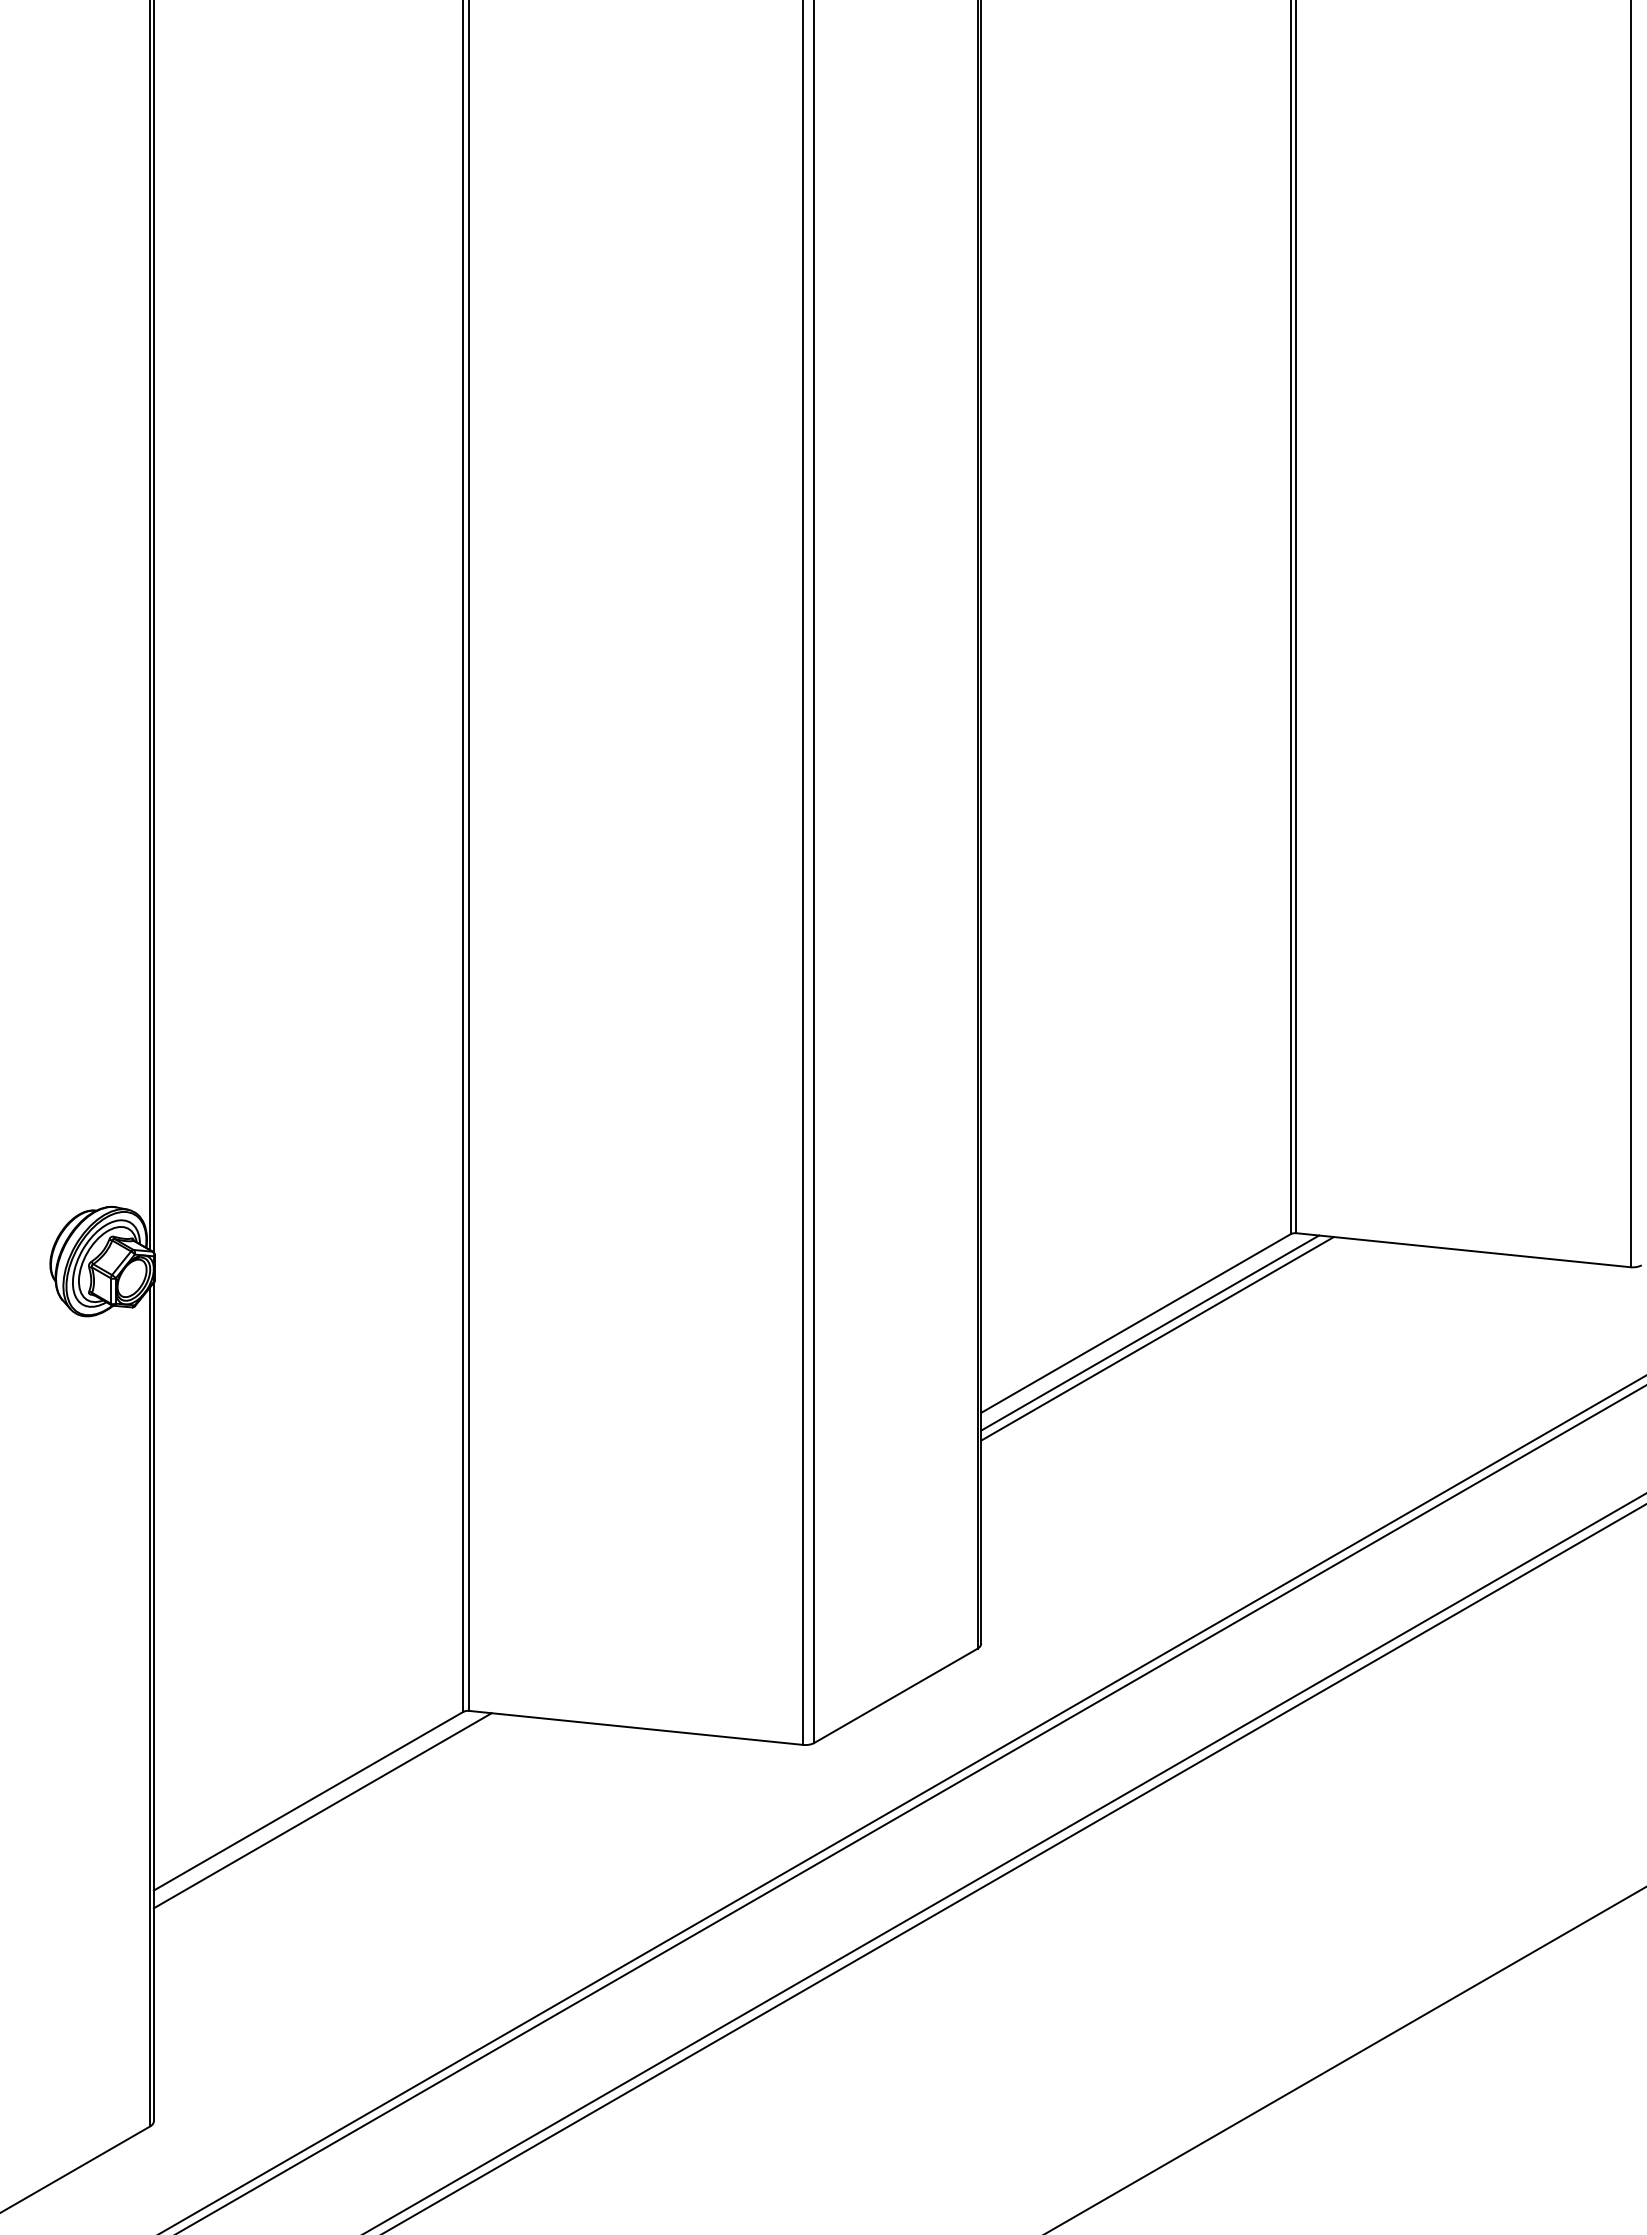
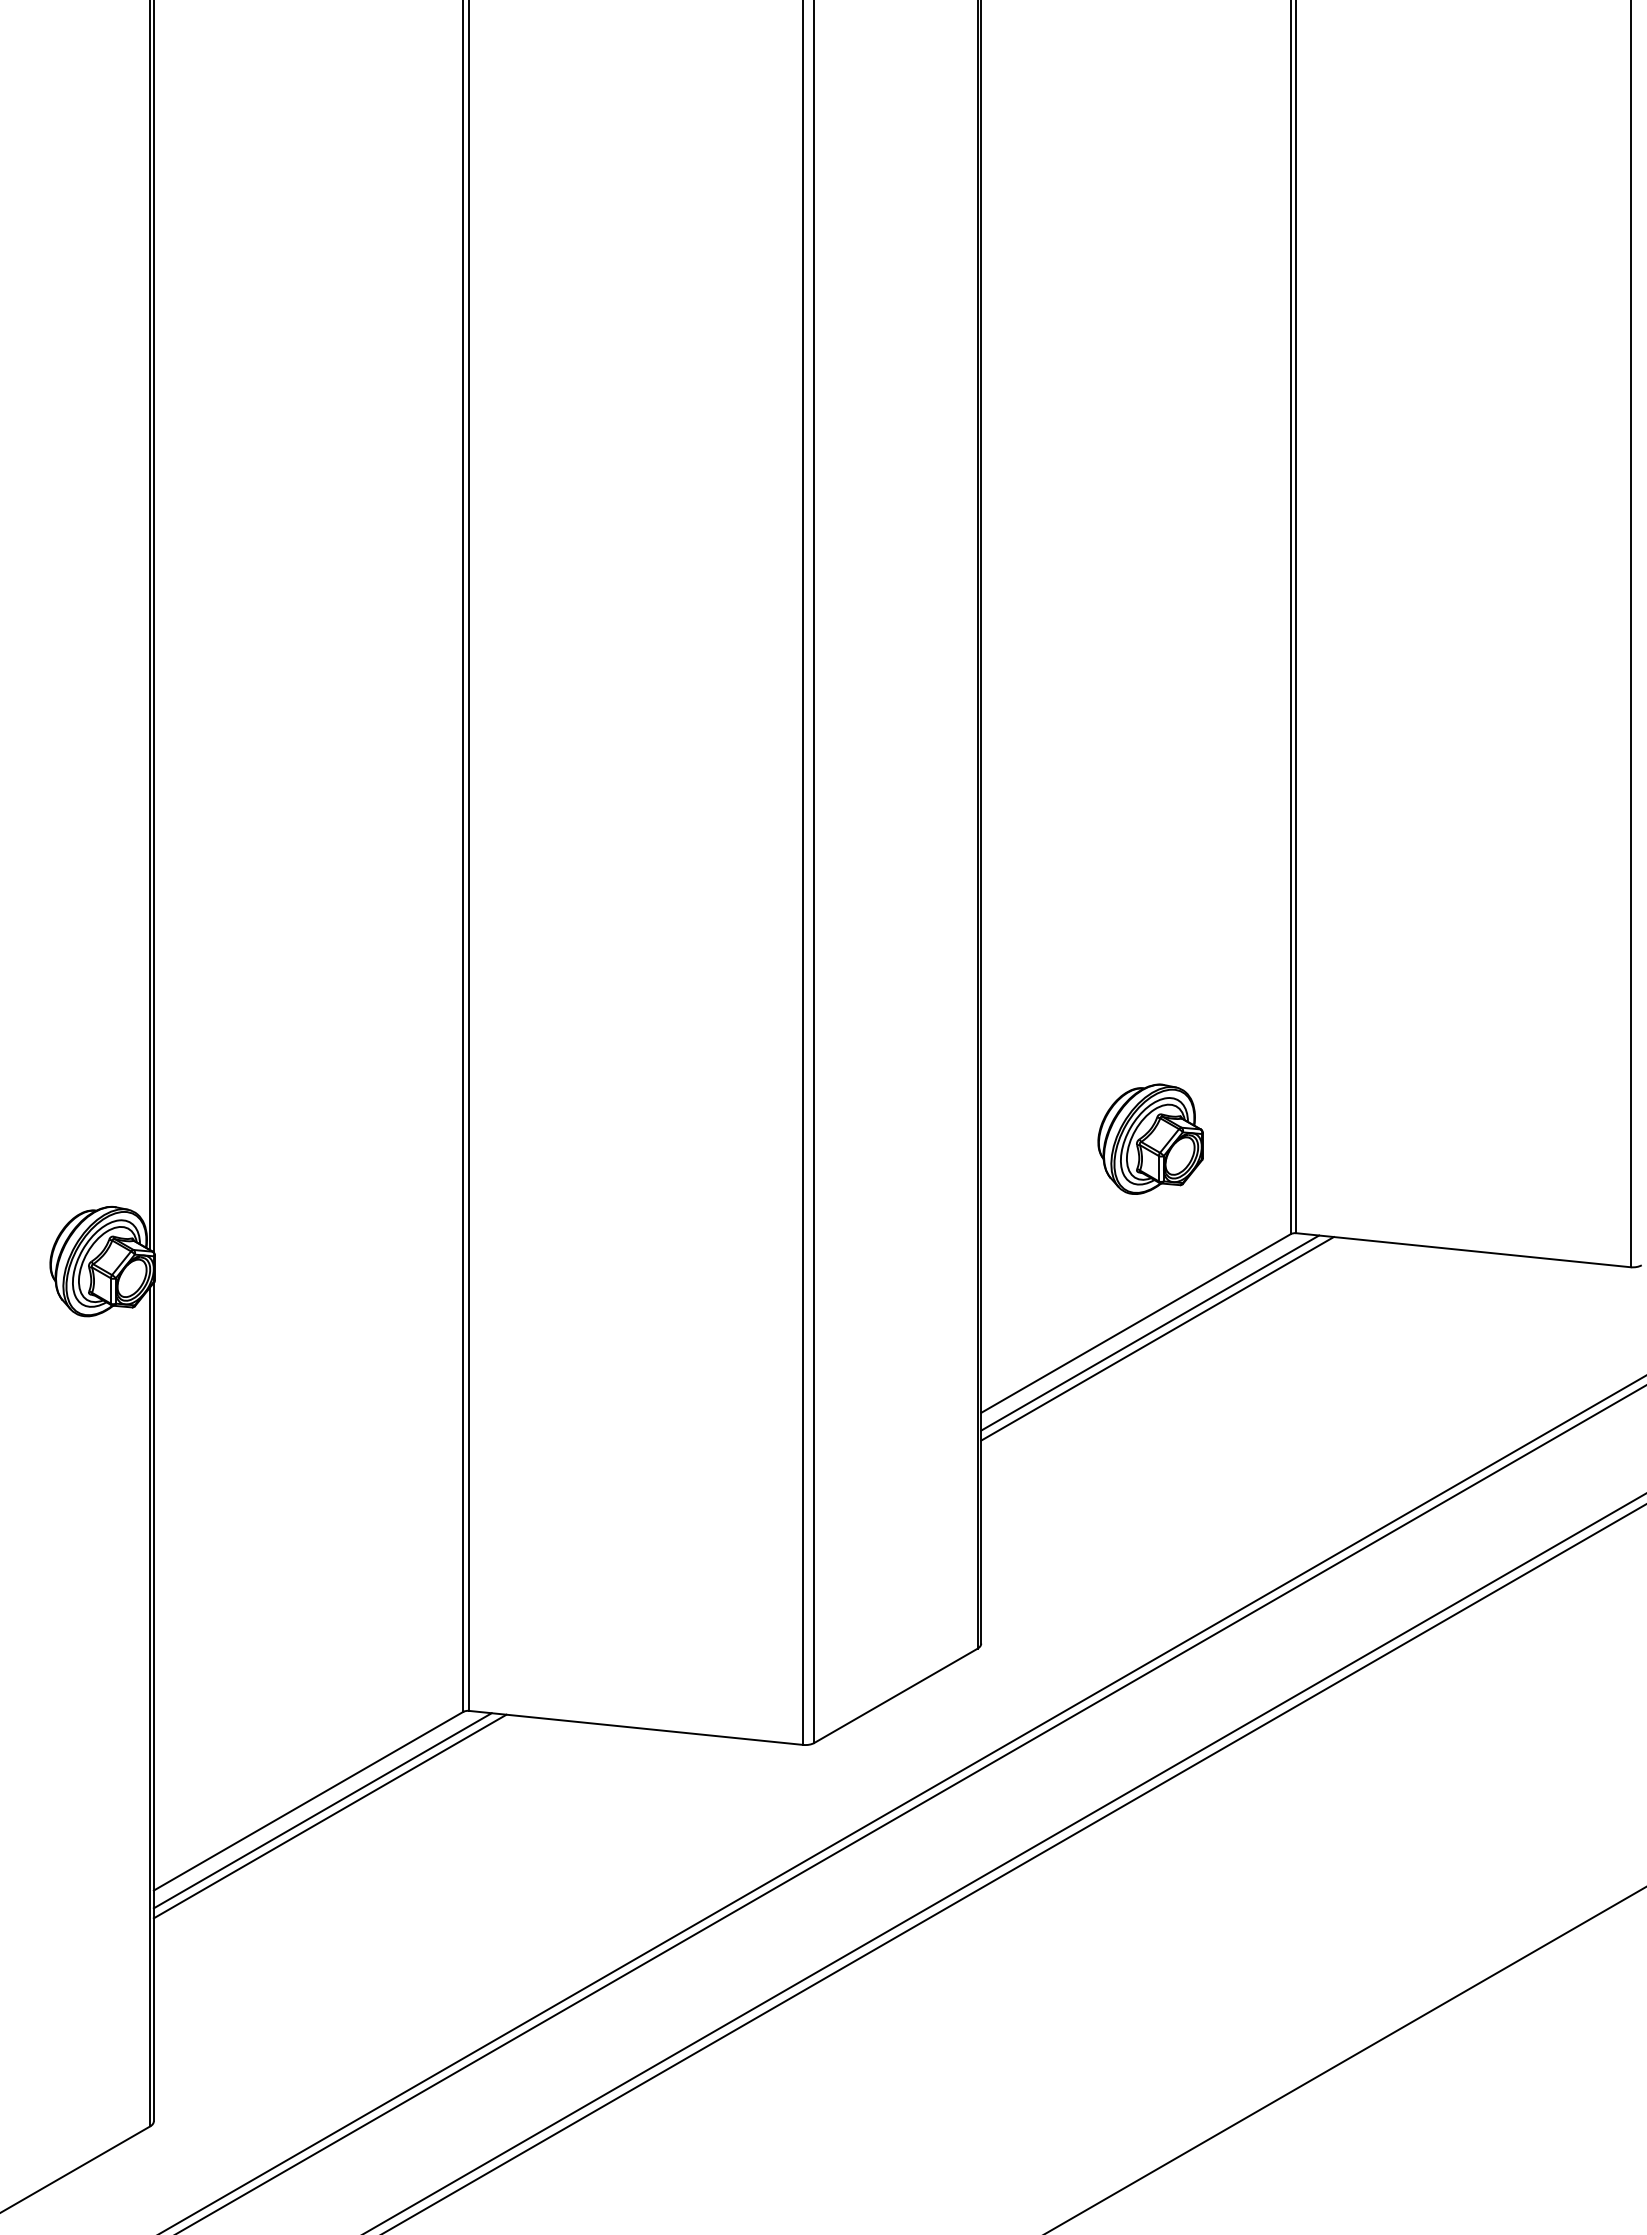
part at (1150, 1138): none -> present
line at (329, 1816): none -> present
